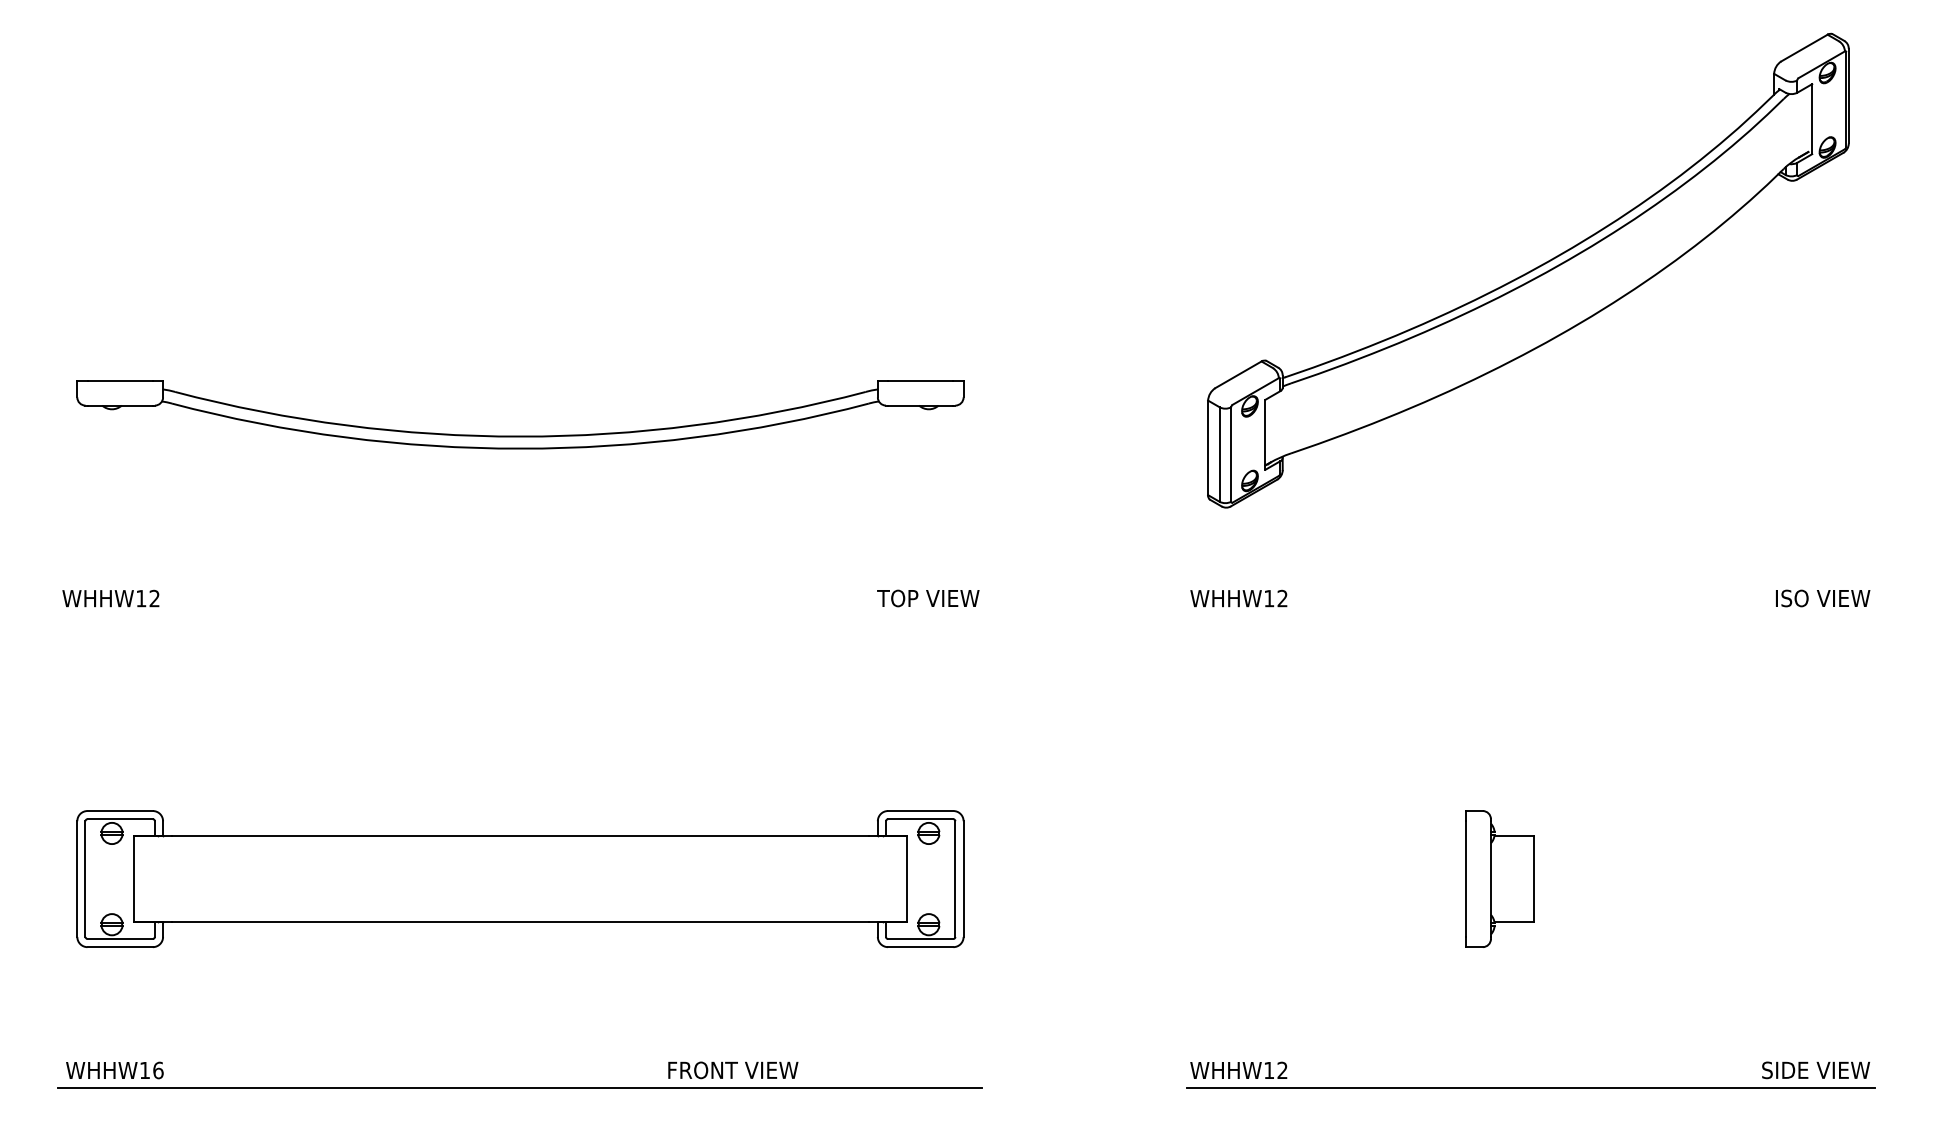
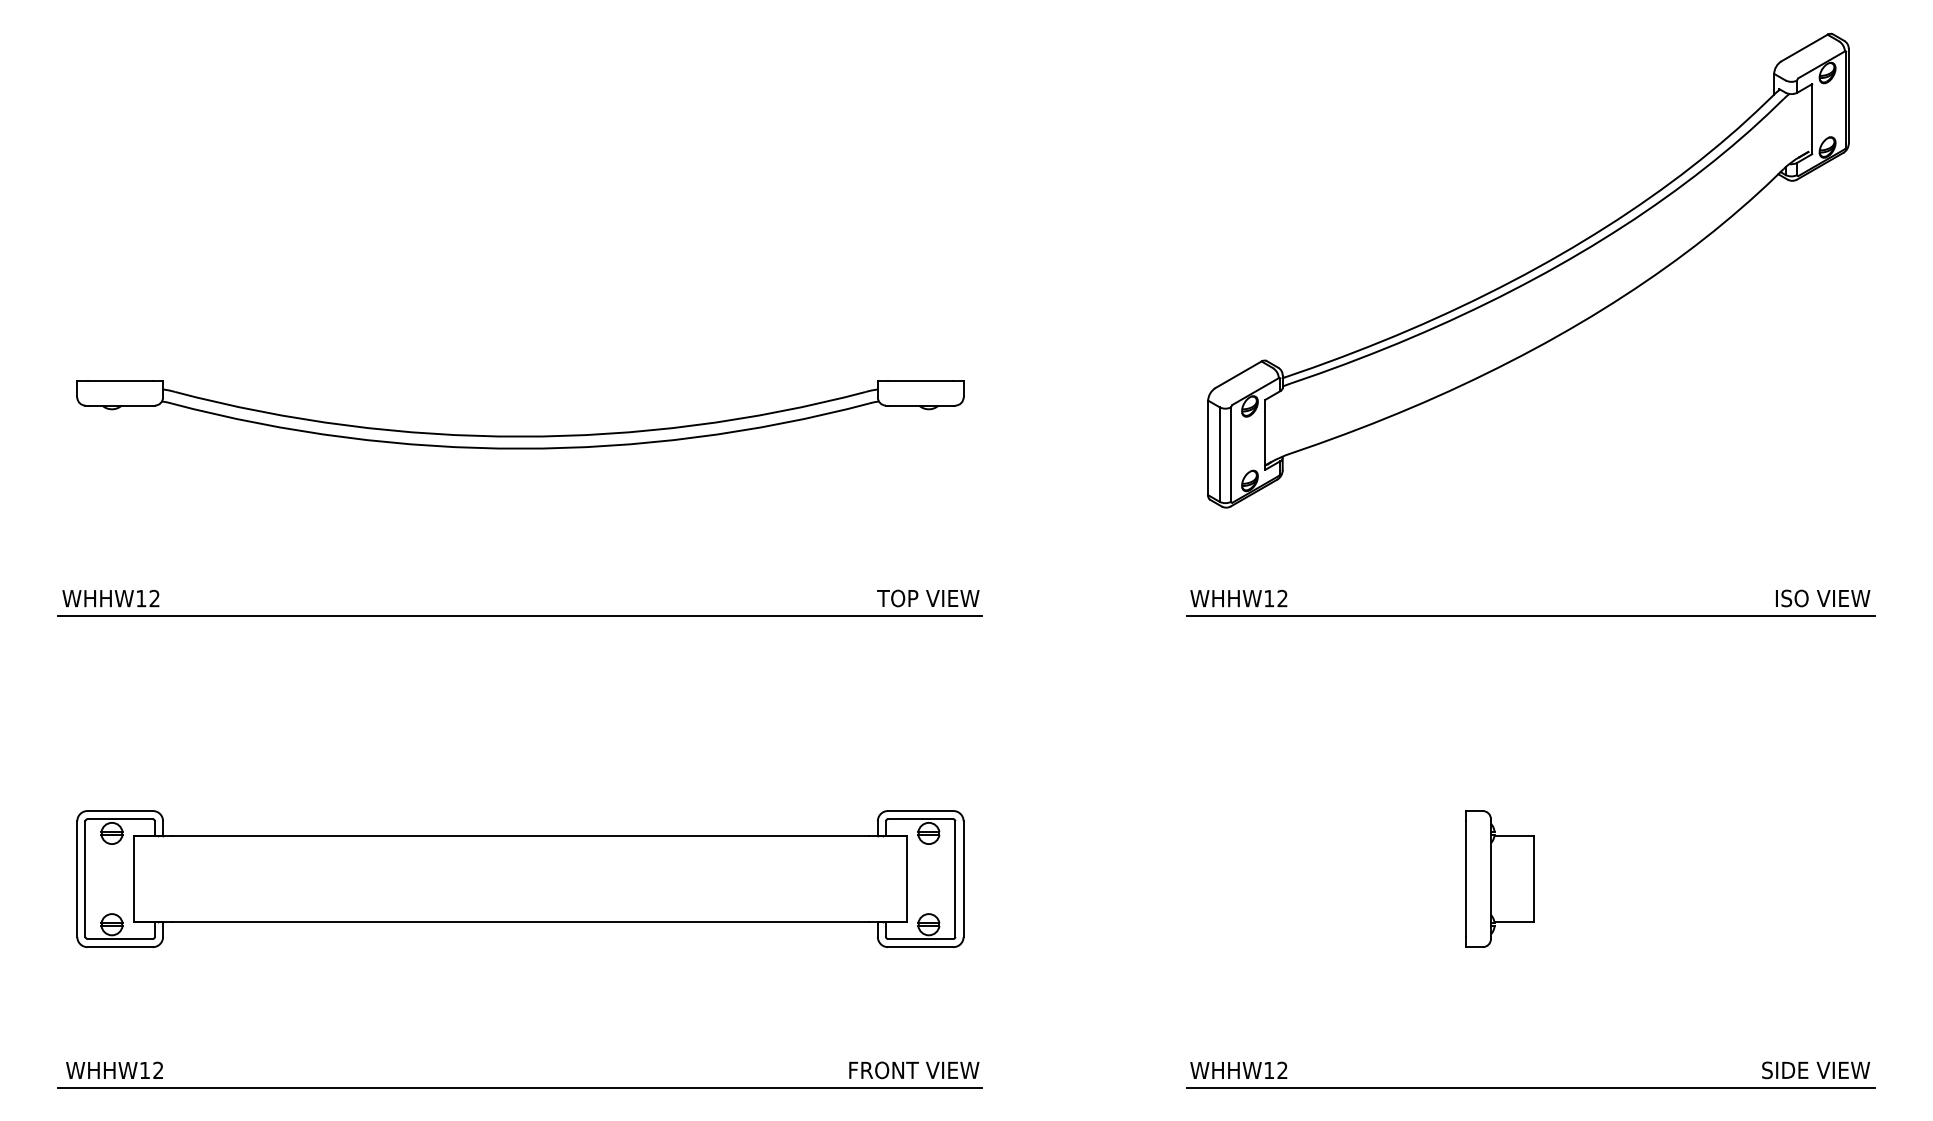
line at (519, 615): none -> present
line at (1530, 615): none -> present
text at (158, 1070): WHHW16 -> WHHW12
text at (733, 1070) position: (733, 1070) -> (914, 1070)
